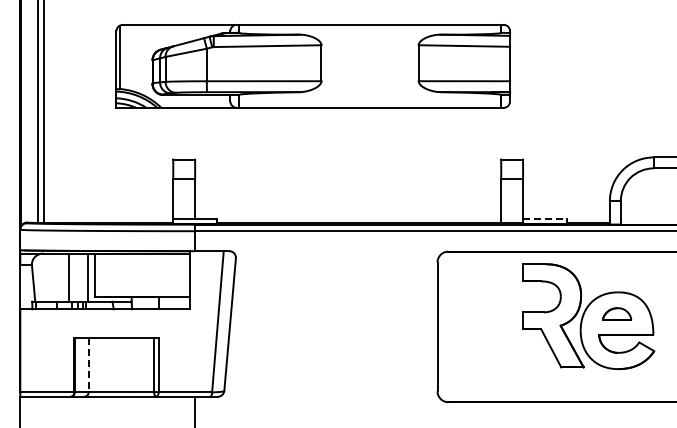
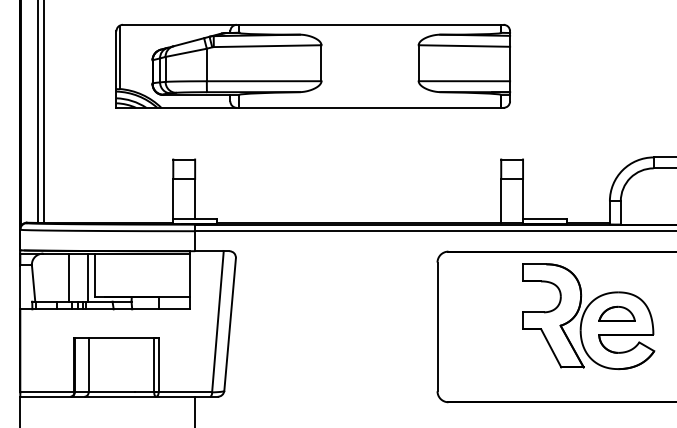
line at (545, 218): dashed -> solid
part at (617, 313) size: 31x14 px -> 38x17 px
line at (88, 365): dashed -> solid
